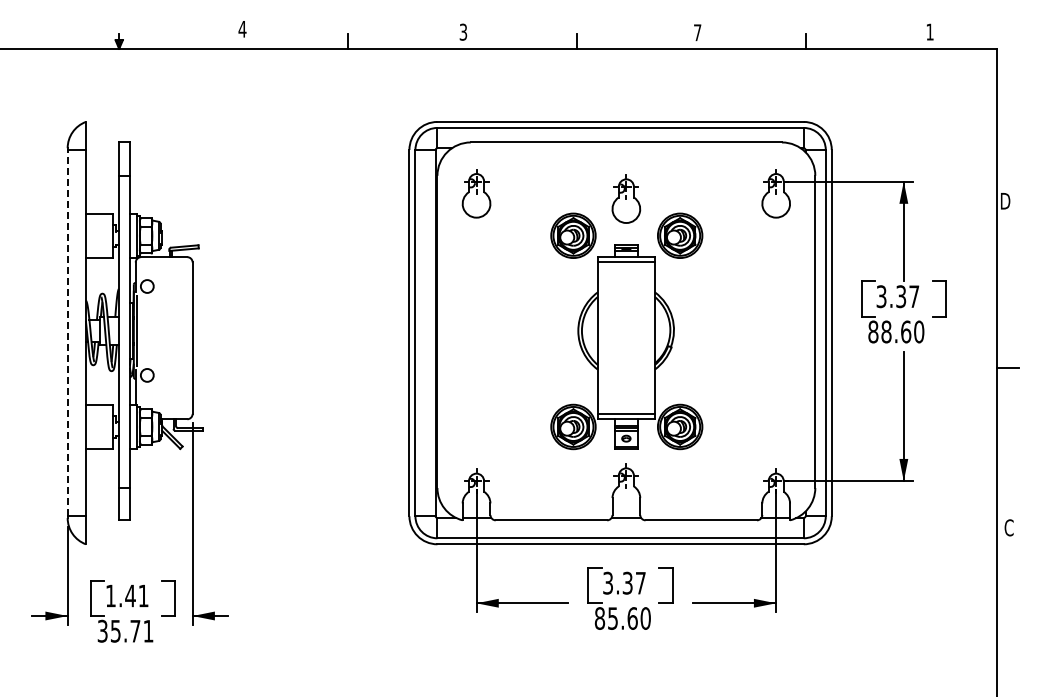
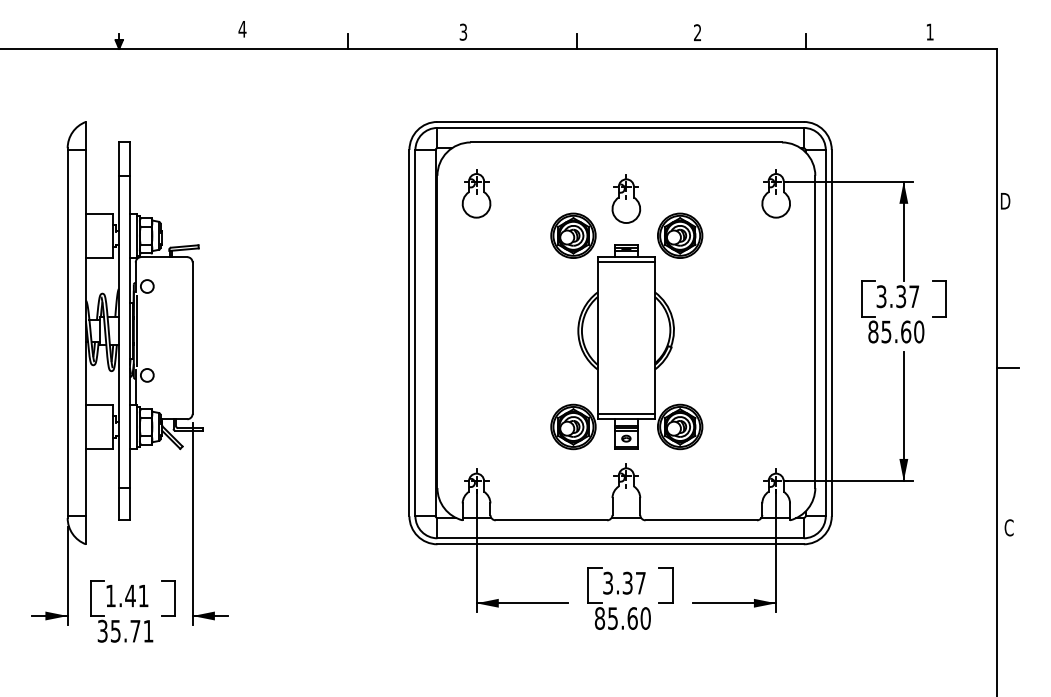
text at (697, 32): 7 -> 2
text at (886, 331): 88.60 -> 85.60
line at (67, 332): dashed -> solid
